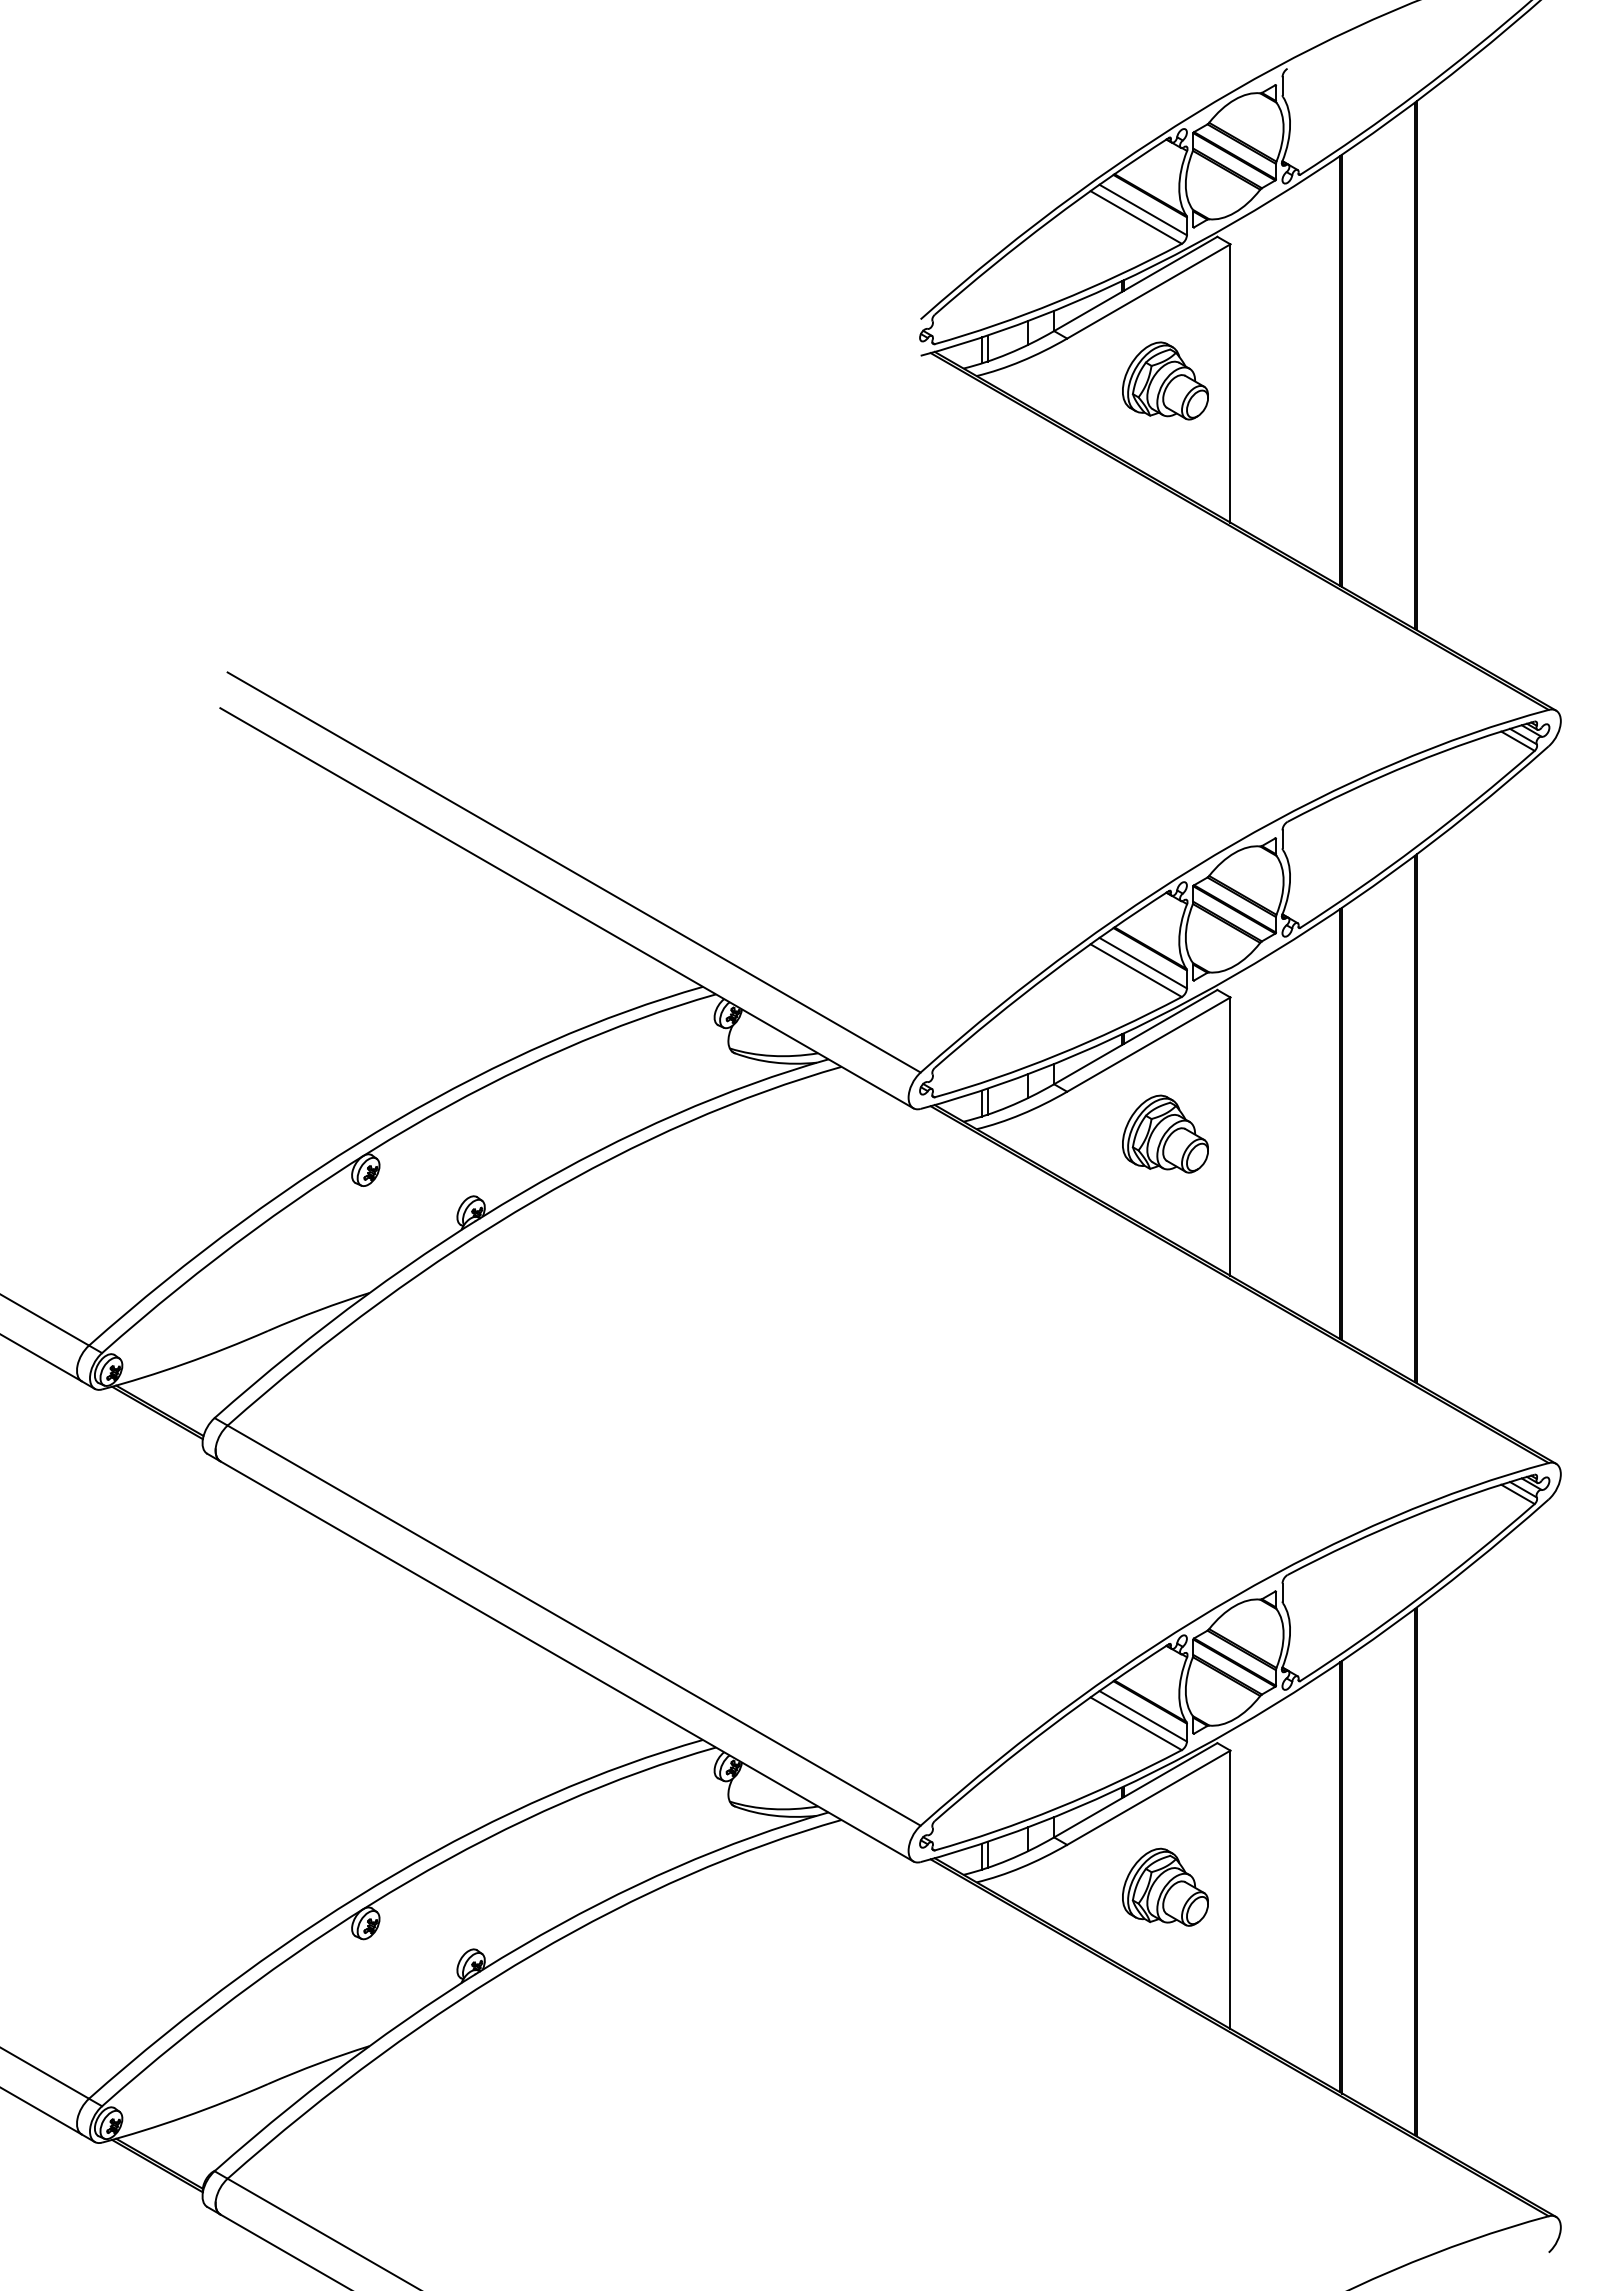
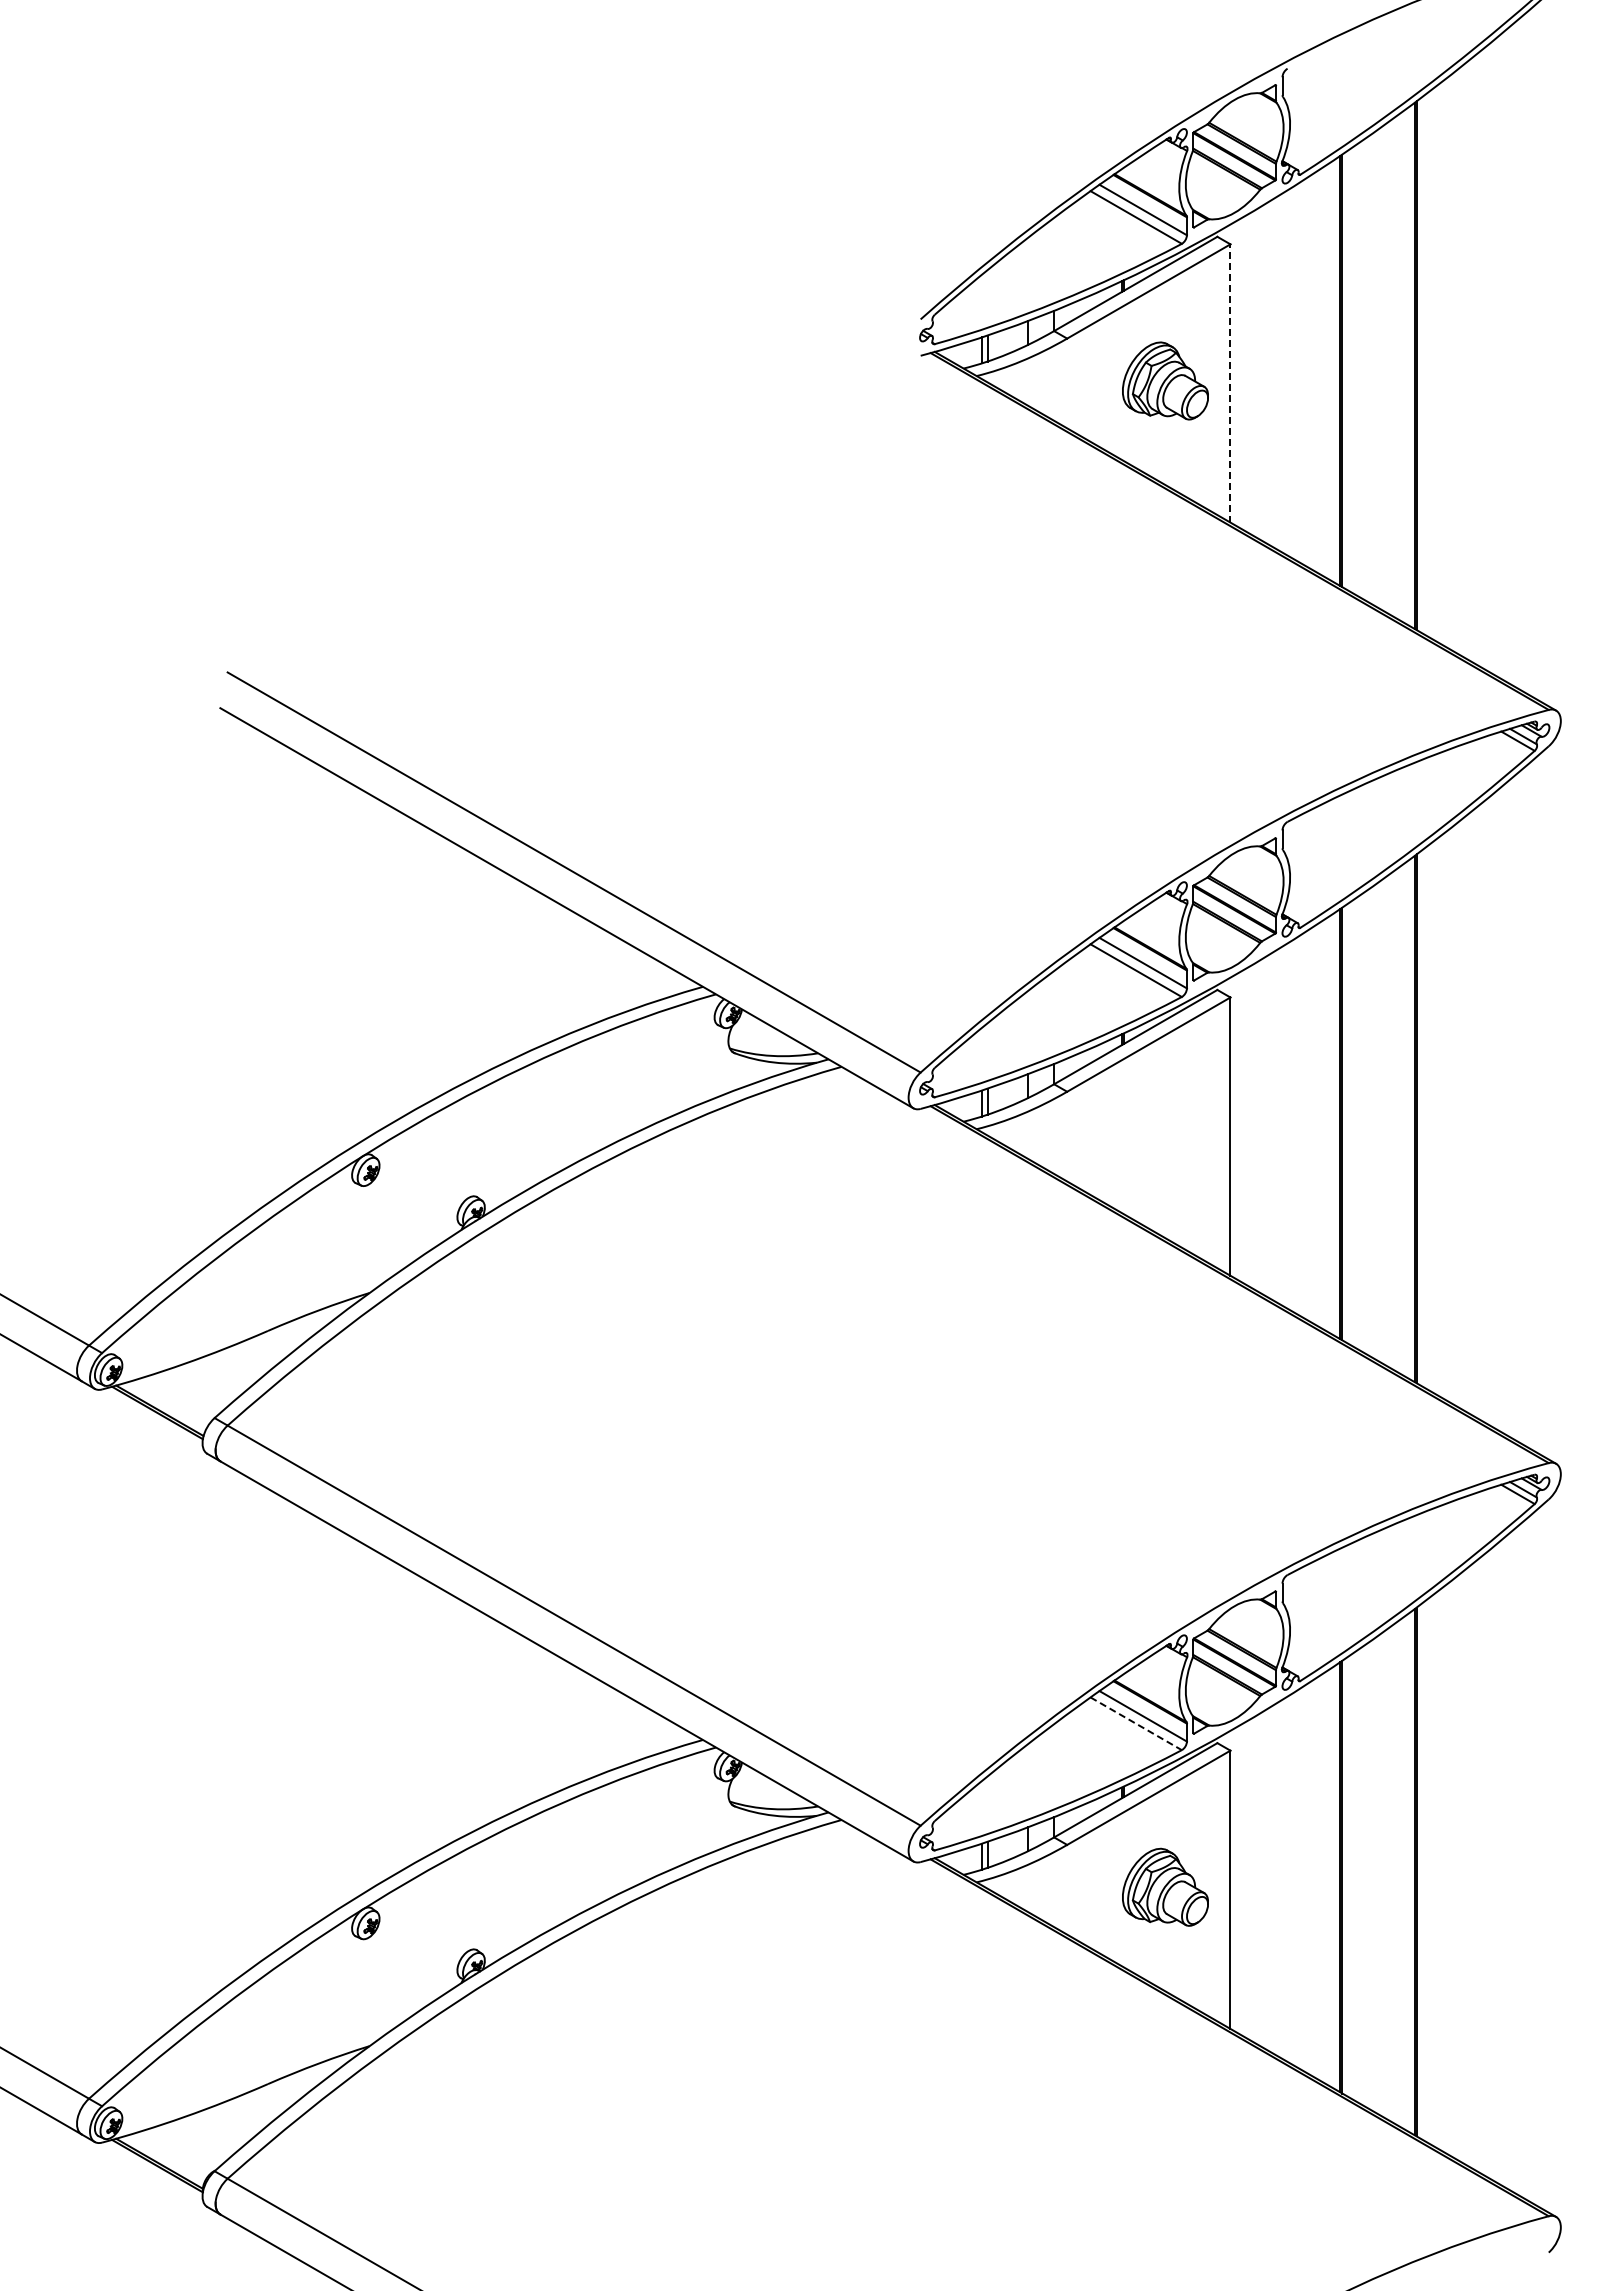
line at (1230, 382): solid -> dashed
part at (1165, 1133): present -> none
line at (1136, 1723): solid -> dashed
